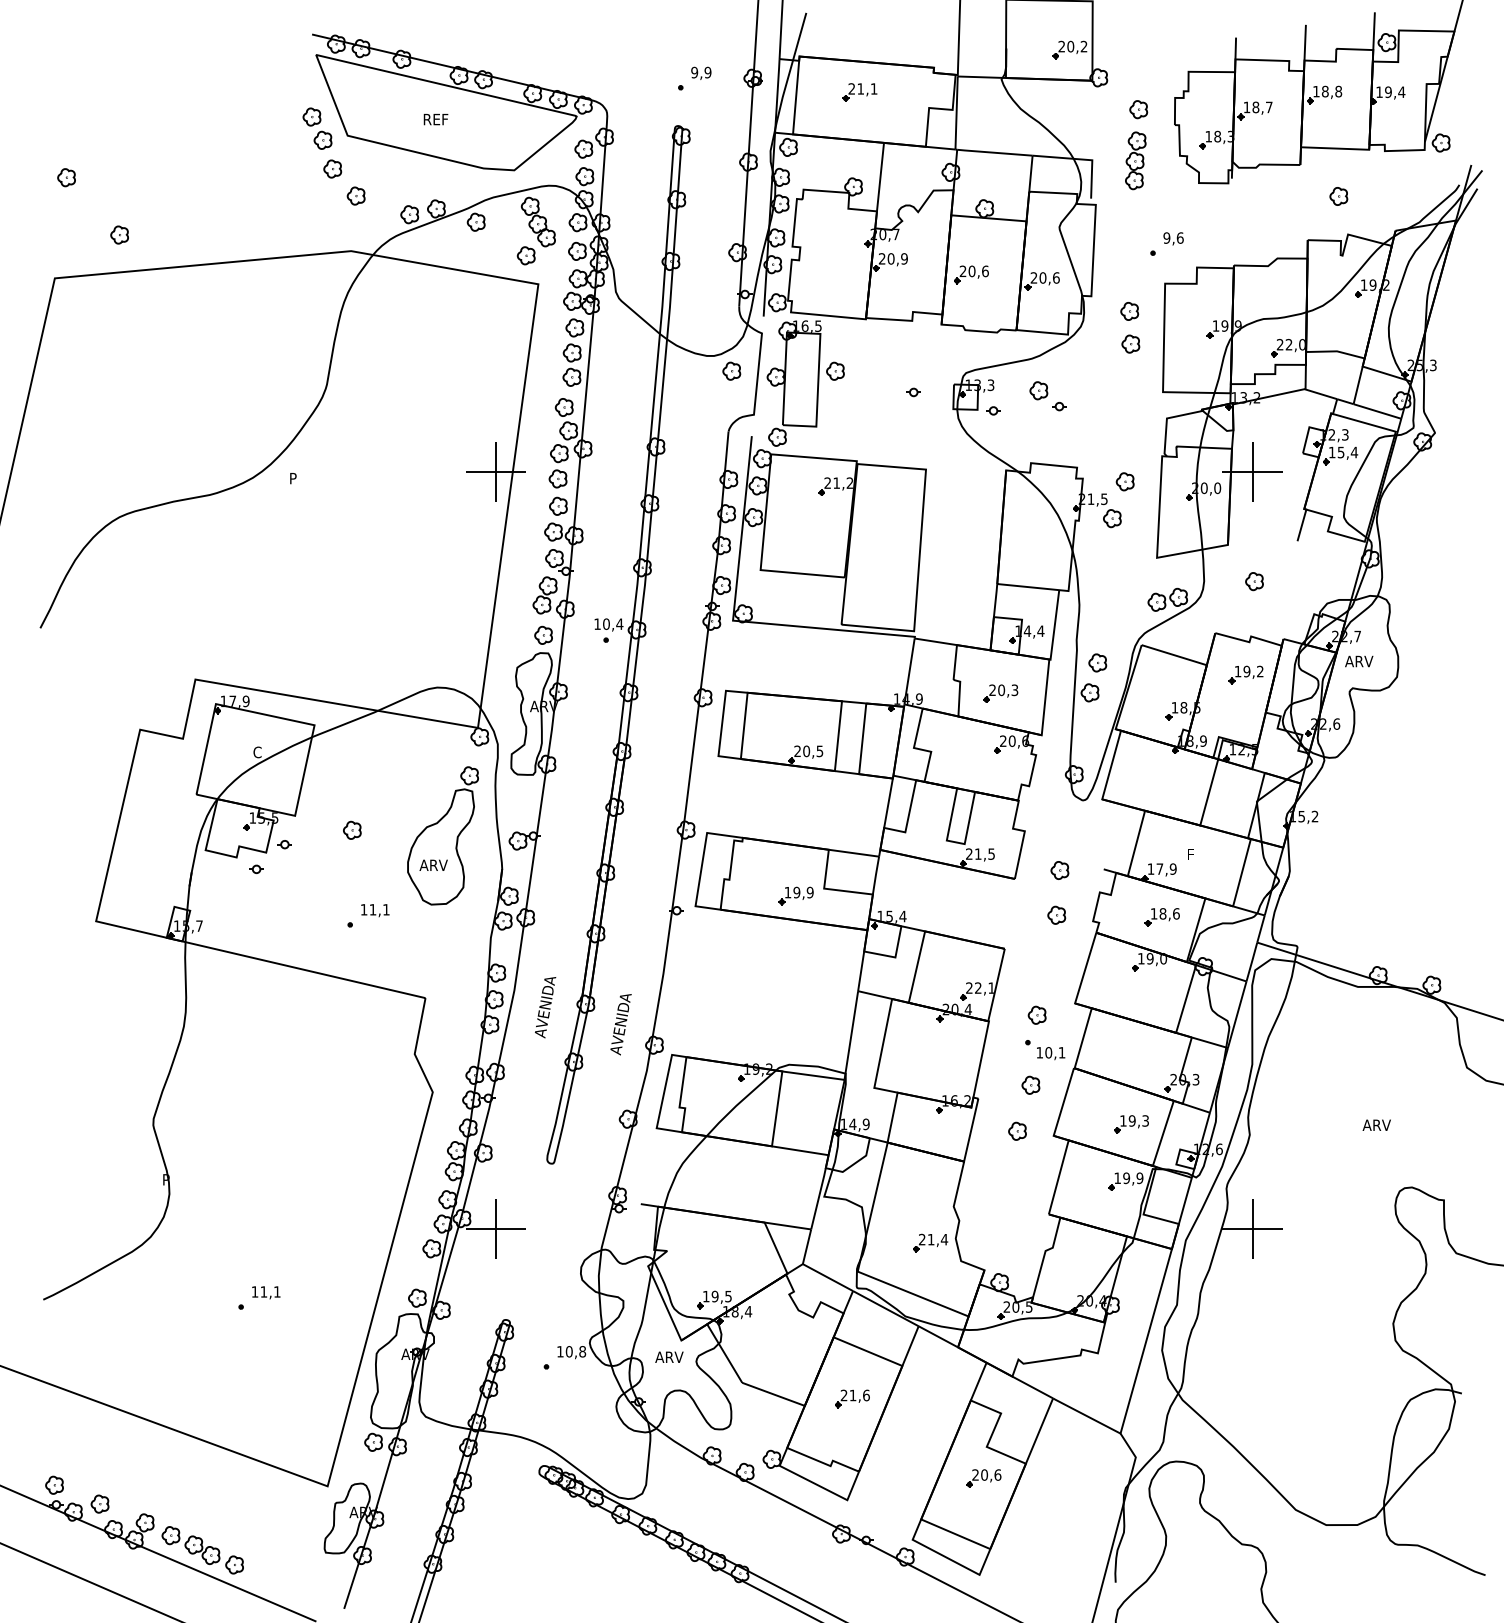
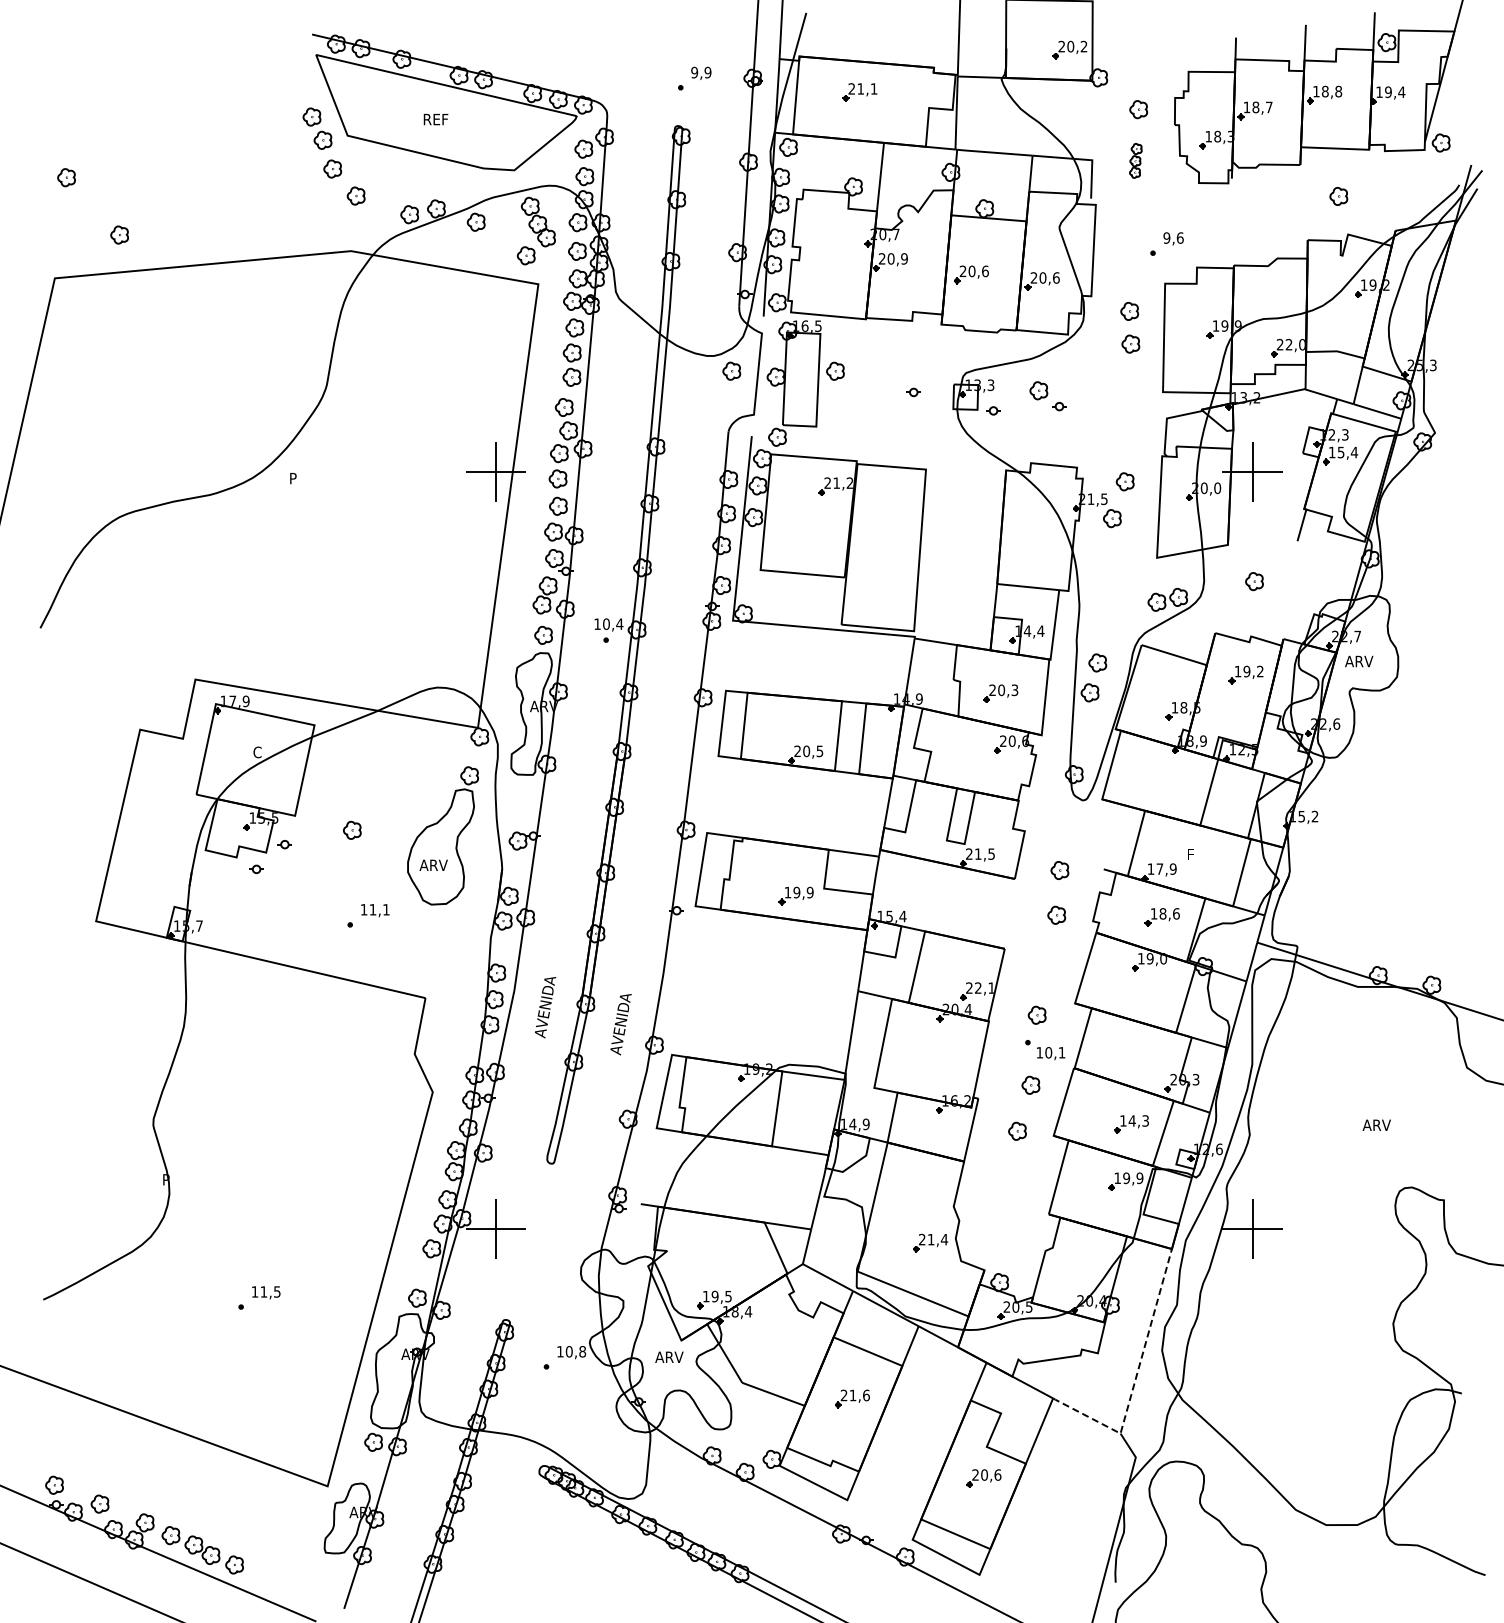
part at (1135, 160) size: 22x60 px -> 14x36 px
text at (1131, 1120): 19,3 -> 14,3
text at (277, 1291): 11,1 -> 11,5
line at (1135, 1378): solid -> dashed
